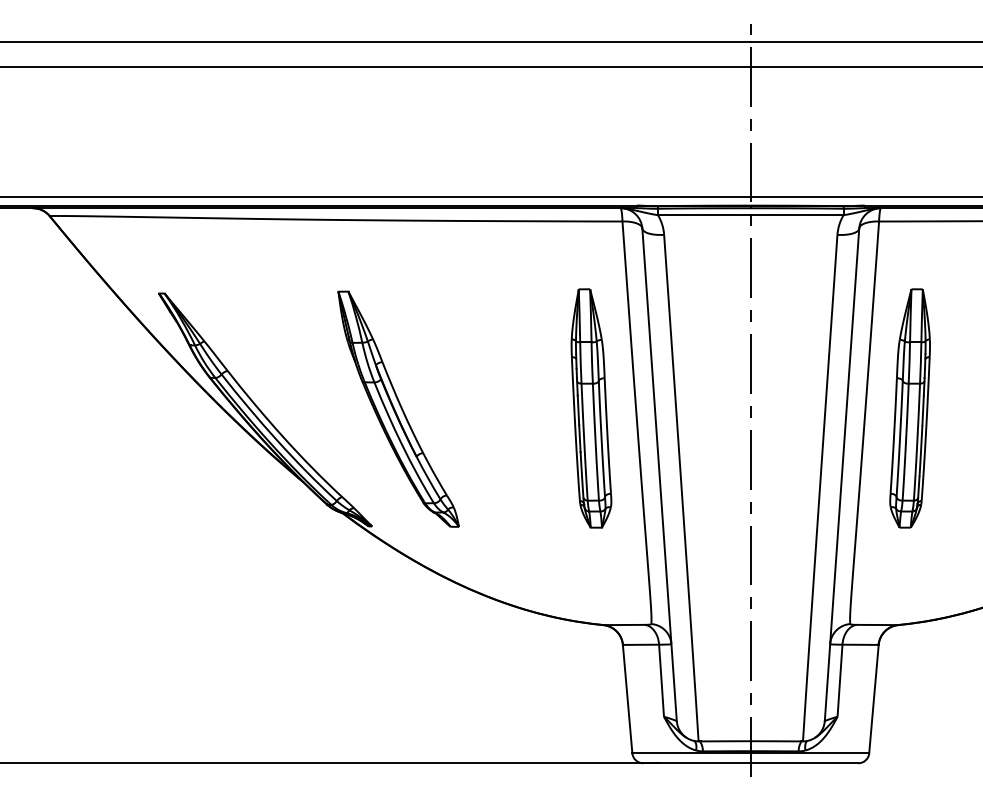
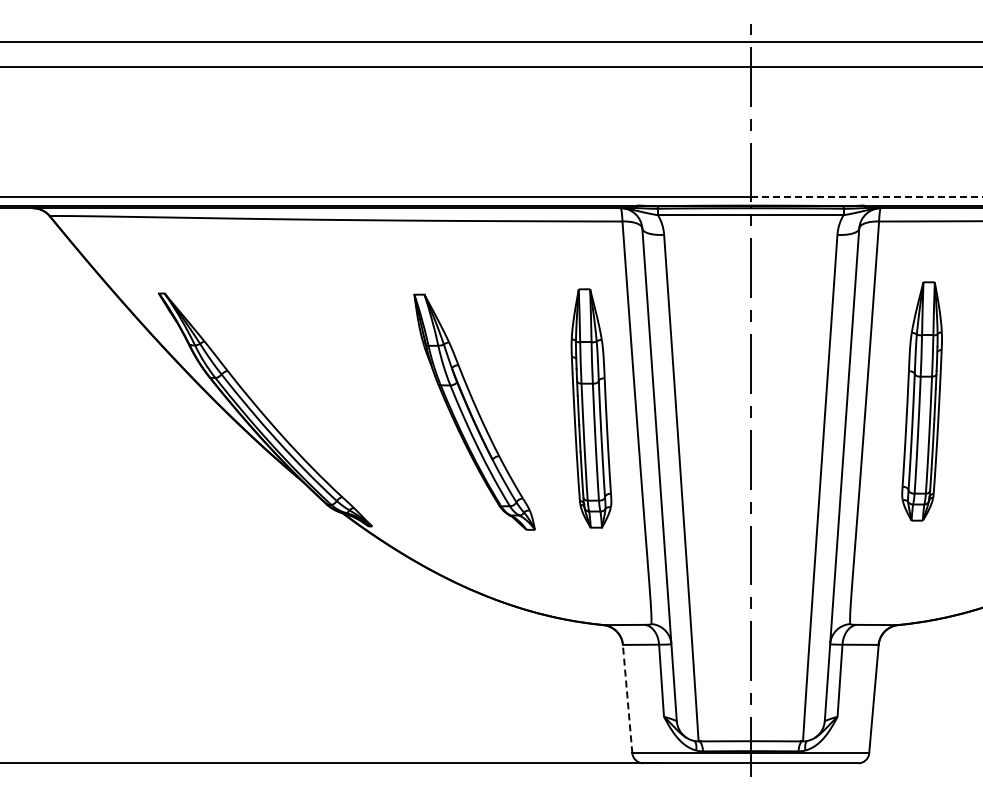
line at (866, 197): solid -> dashed
part at (398, 408) position: (398, 408) -> (474, 411)
part at (909, 408) position: (909, 408) -> (921, 401)
line at (627, 698): solid -> dashed
